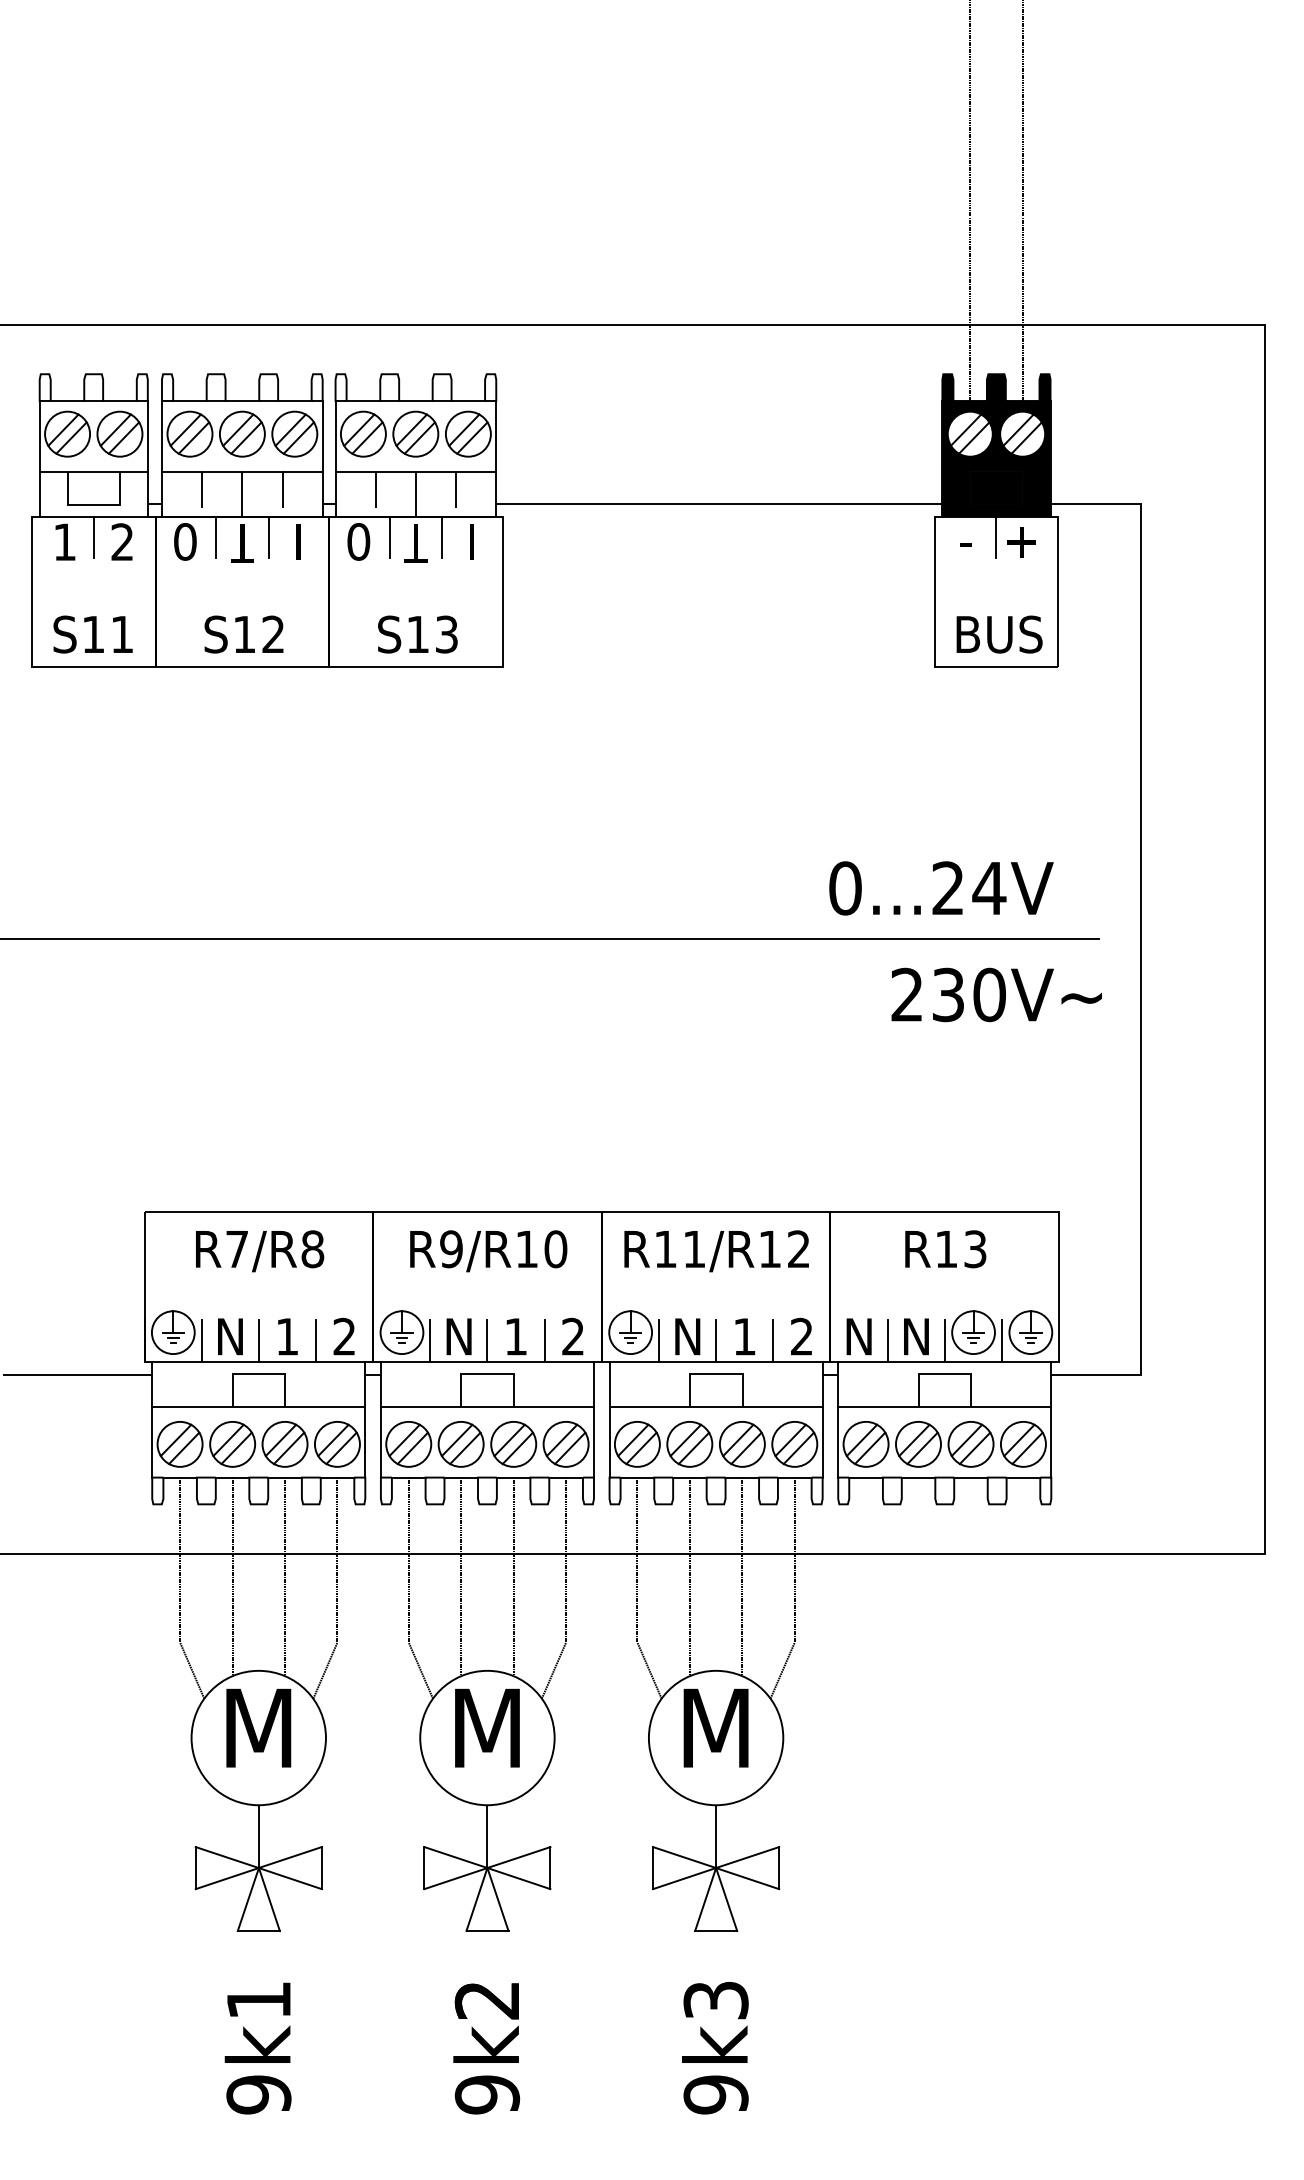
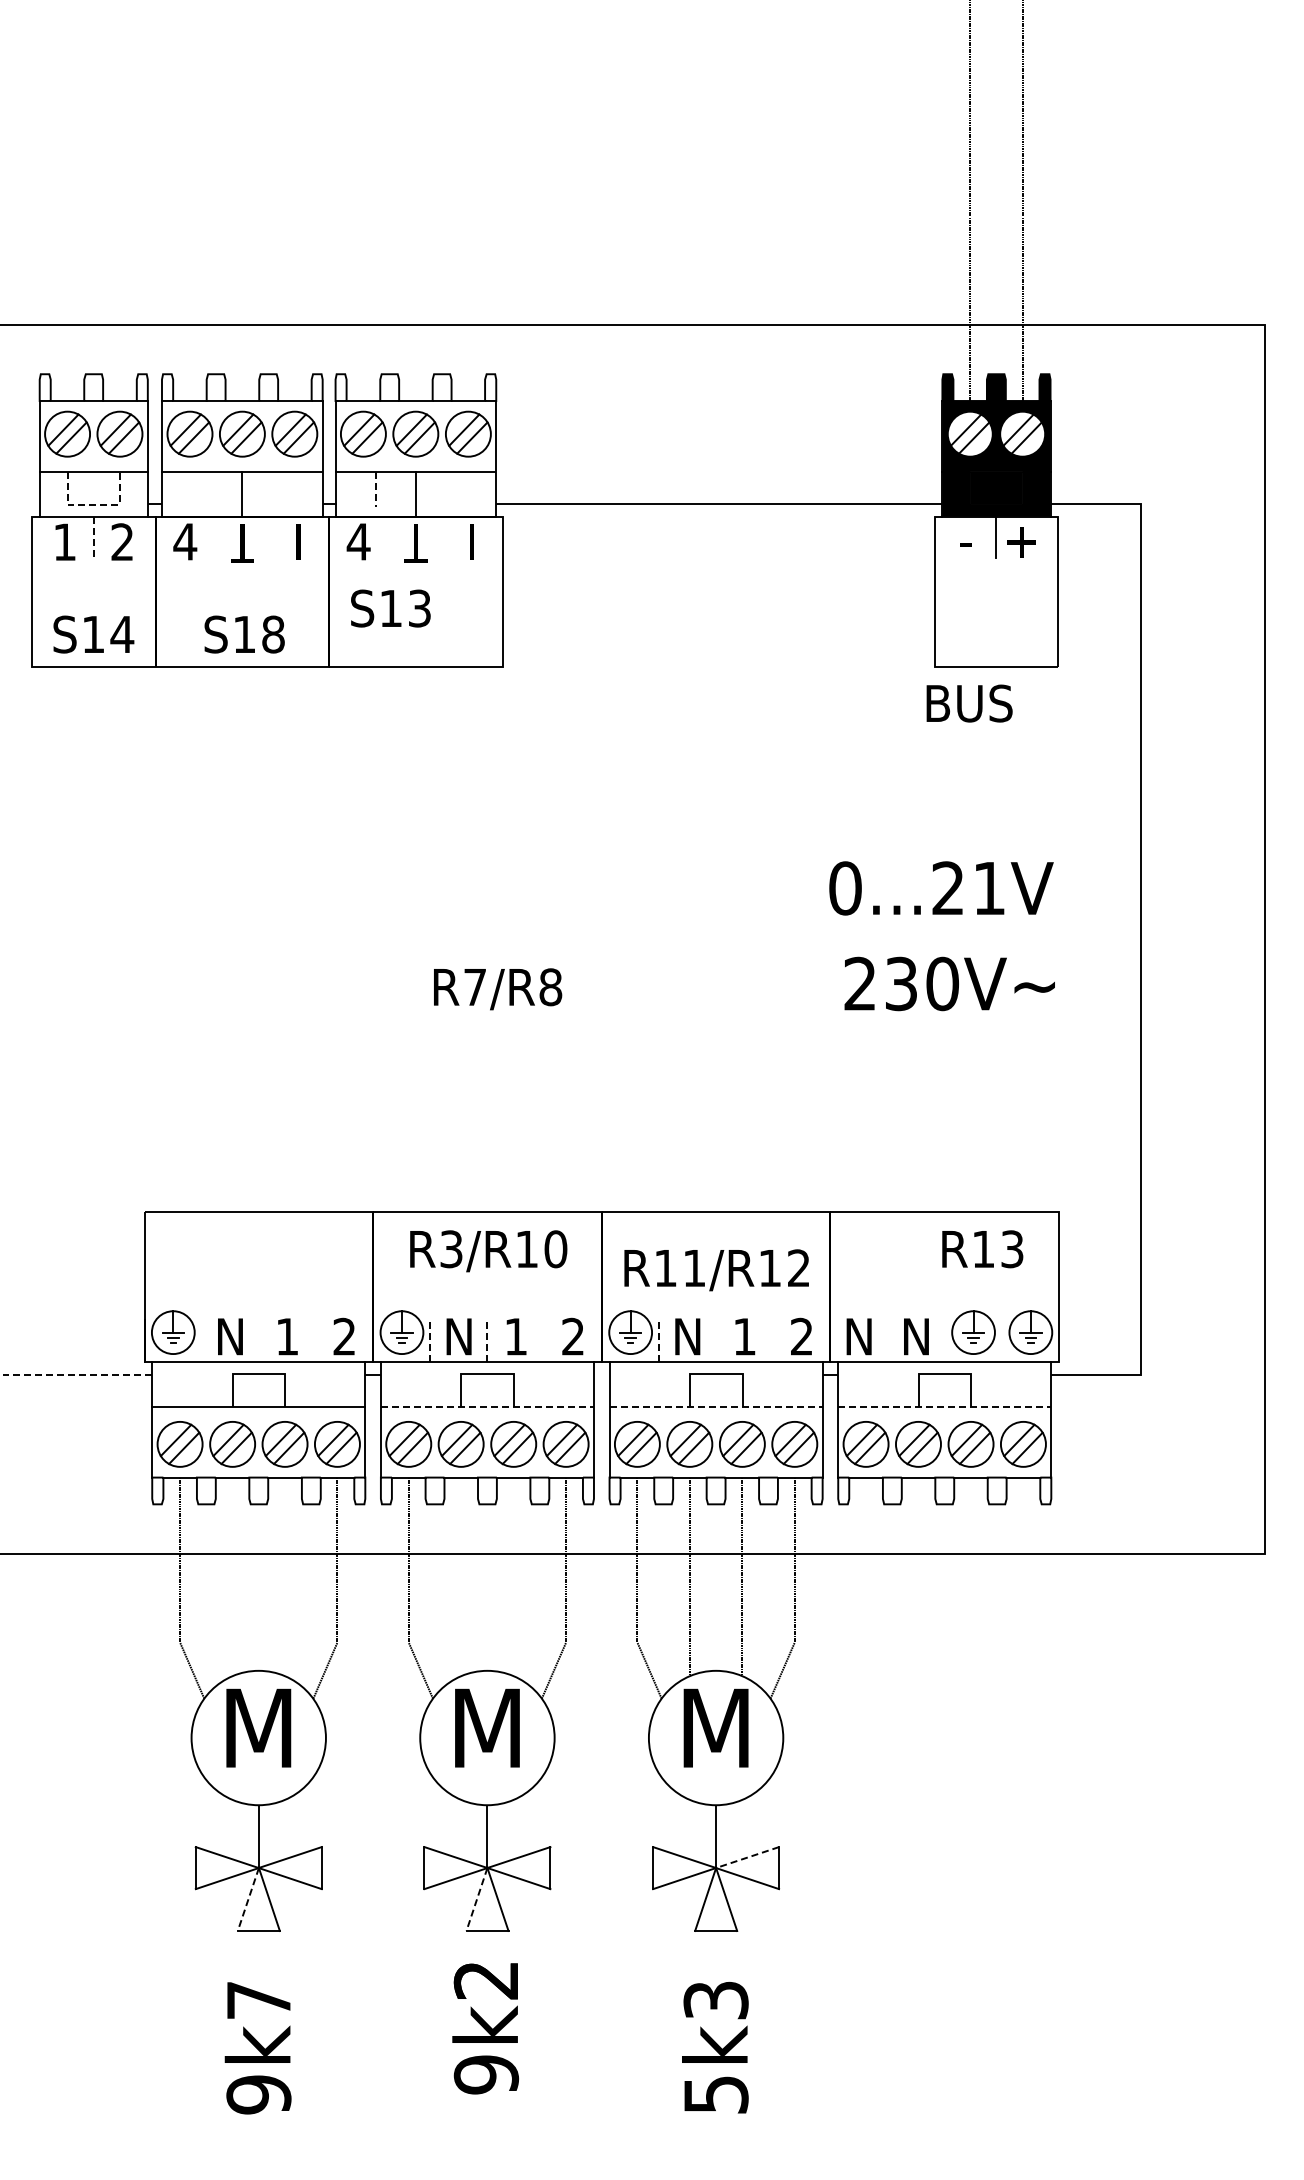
line at (202, 488): present -> none
line at (282, 488): present -> none
line at (456, 488): present -> none
line at (375, 489): solid -> dashed
line at (94, 504): solid -> dashed
line at (93, 537): solid -> dashed
line at (216, 537): present -> none
line at (268, 537): present -> none
line at (389, 537): present -> none
line at (442, 537): present -> none
text at (185, 541): 0 -> 4
text at (358, 541): 0 -> 4
text at (122, 634): S11 -> S14
text at (273, 634): S12 -> S18
text at (417, 634) position: (417, 634) -> (390, 608)
text at (999, 634) position: (999, 634) -> (969, 703)
text at (989, 888): 0...24V -> 0...21V
line at (550, 939): present -> none
text at (996, 994) position: (996, 994) -> (949, 983)
text at (451, 1249): R9/R10 -> R3/R10
text at (945, 1249) position: (945, 1249) -> (982, 1249)
text at (260, 1251) position: (260, 1251) -> (498, 989)
text at (716, 1251) position: (716, 1251) -> (716, 1270)
line at (201, 1340): present -> none
line at (258, 1340): present -> none
line at (316, 1340): present -> none
line at (544, 1340): present -> none
line at (716, 1340): present -> none
line at (773, 1340): present -> none
line at (887, 1340): present -> none
line at (944, 1340): present -> none
line at (1001, 1340): present -> none
line at (430, 1341): solid -> dashed
line at (487, 1341): solid -> dashed
line at (658, 1341): solid -> dashed
line at (77, 1374): solid -> dashed
line at (487, 1406): solid -> dashed
line at (716, 1406): solid -> dashed
line at (944, 1406): solid -> dashed
line at (232, 1576): present -> none
line at (285, 1576): present -> none
line at (461, 1576): present -> none
line at (513, 1576): present -> none
line at (747, 1857): solid -> dashed
line at (248, 1899): solid -> dashed
line at (476, 1899): solid -> dashed
text at (258, 2000): 9k1 -> 9k7
text at (486, 2048) position: (486, 2048) -> (485, 2028)
text at (715, 2094): 9k3 -> 5k3
